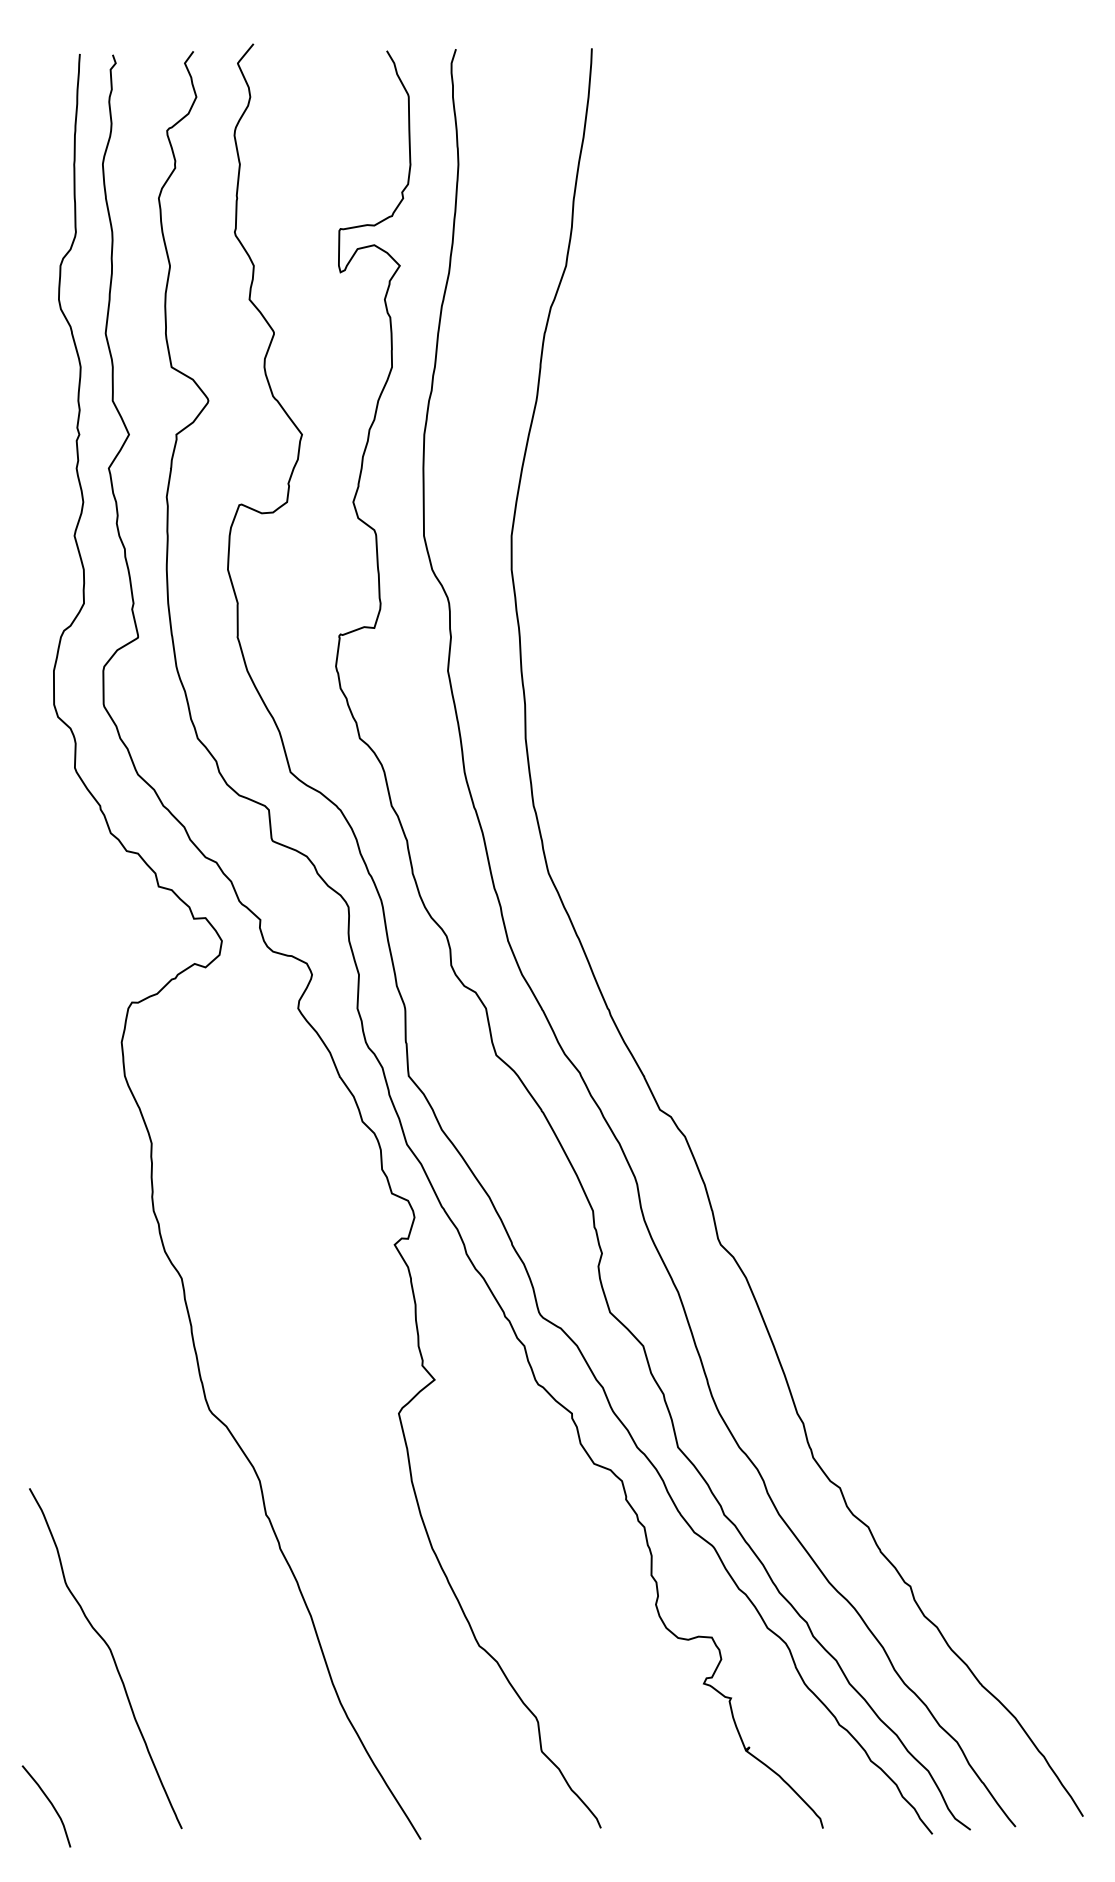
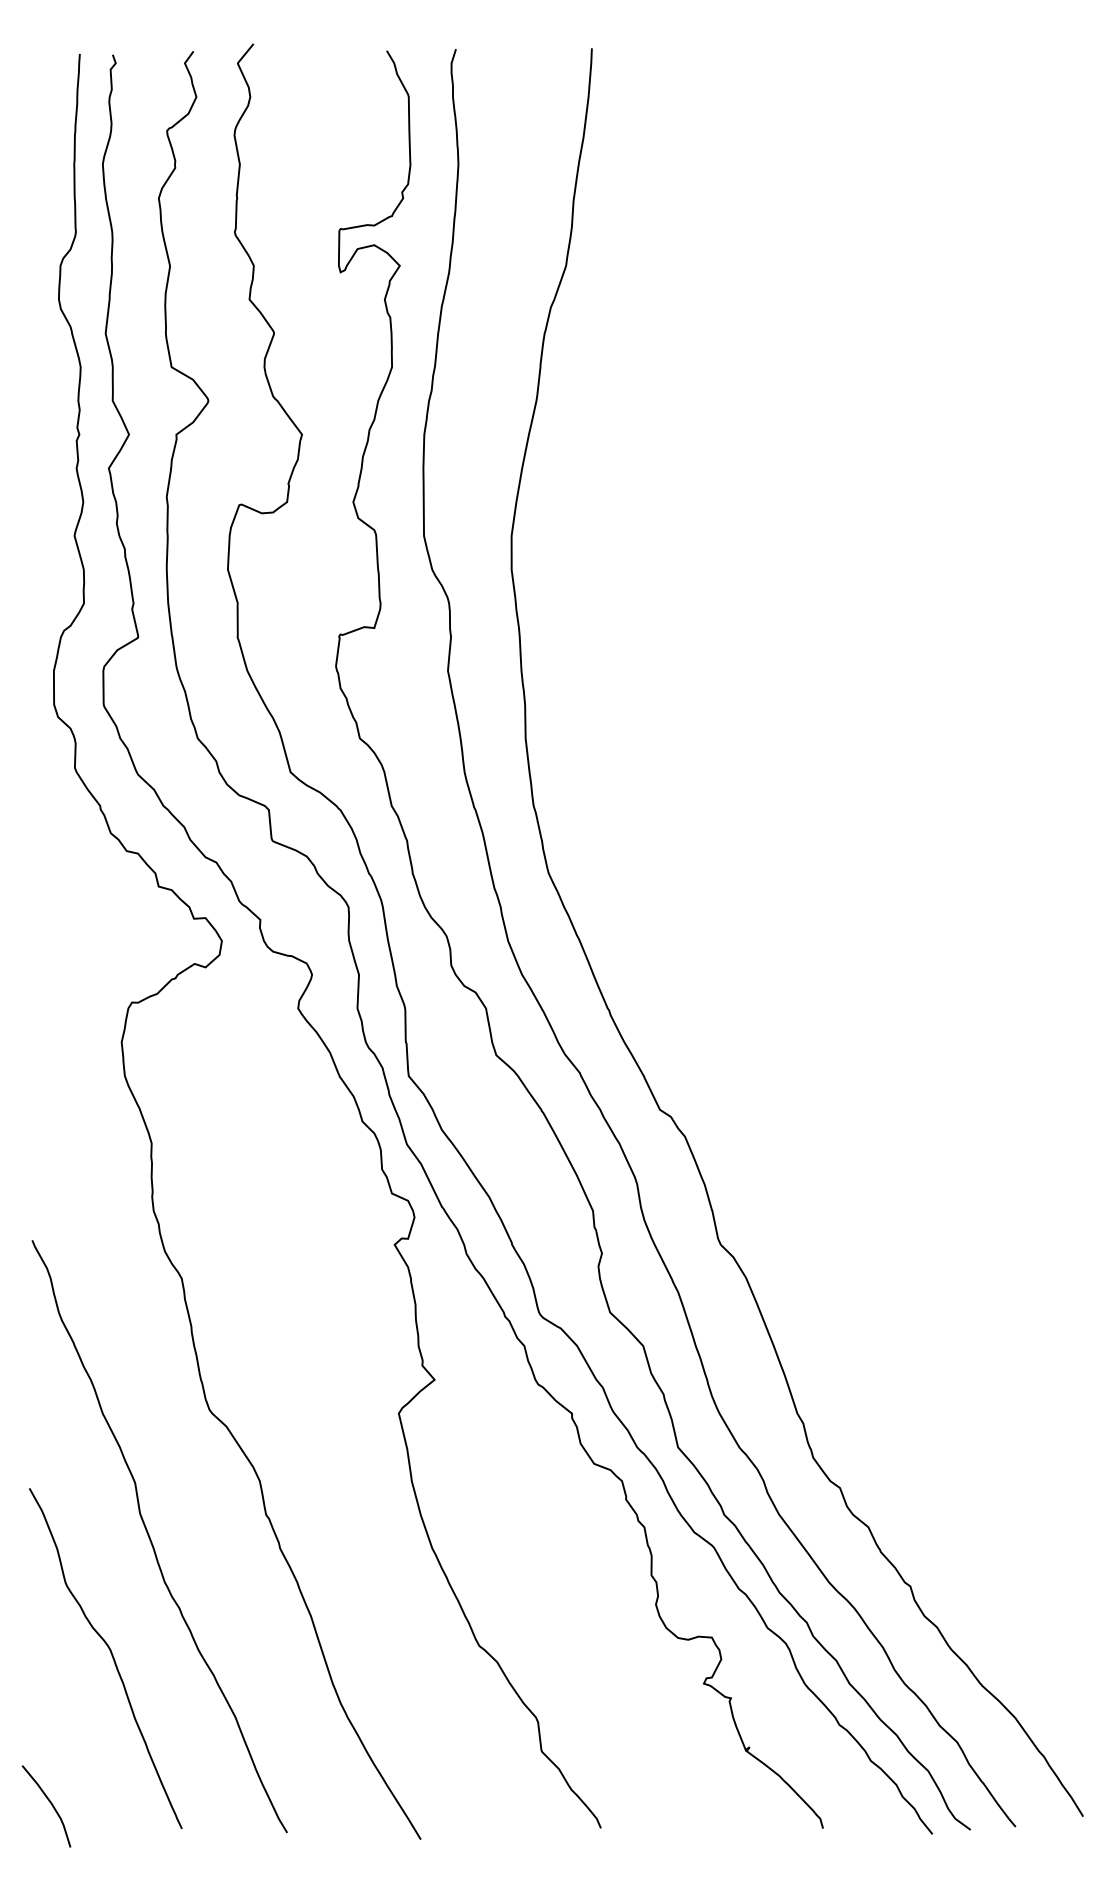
curve at (151, 1539): none -> present
